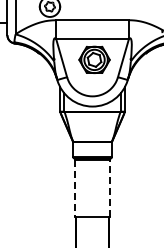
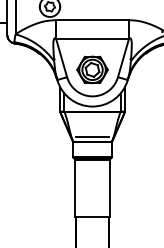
part at (94, 59) position: (94, 59) -> (92, 69)
line at (92, 137): none -> present
line at (109, 187): dashed -> solid
line at (75, 188): dashed -> solid
